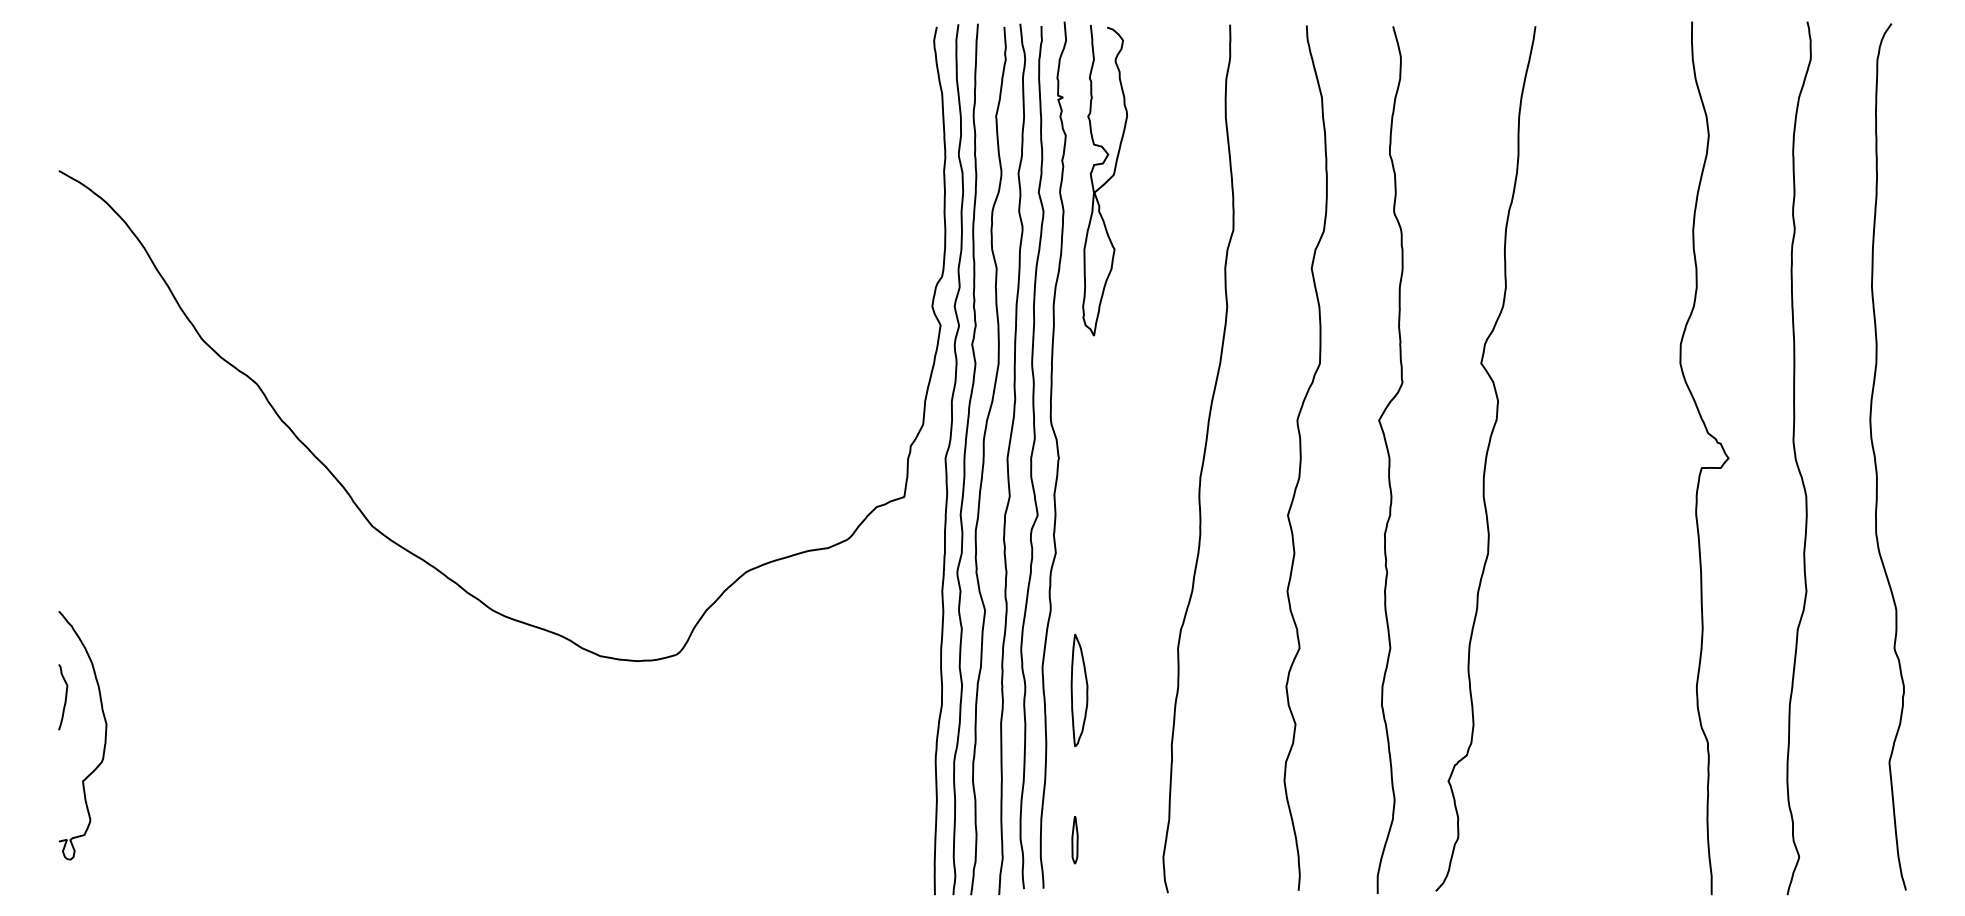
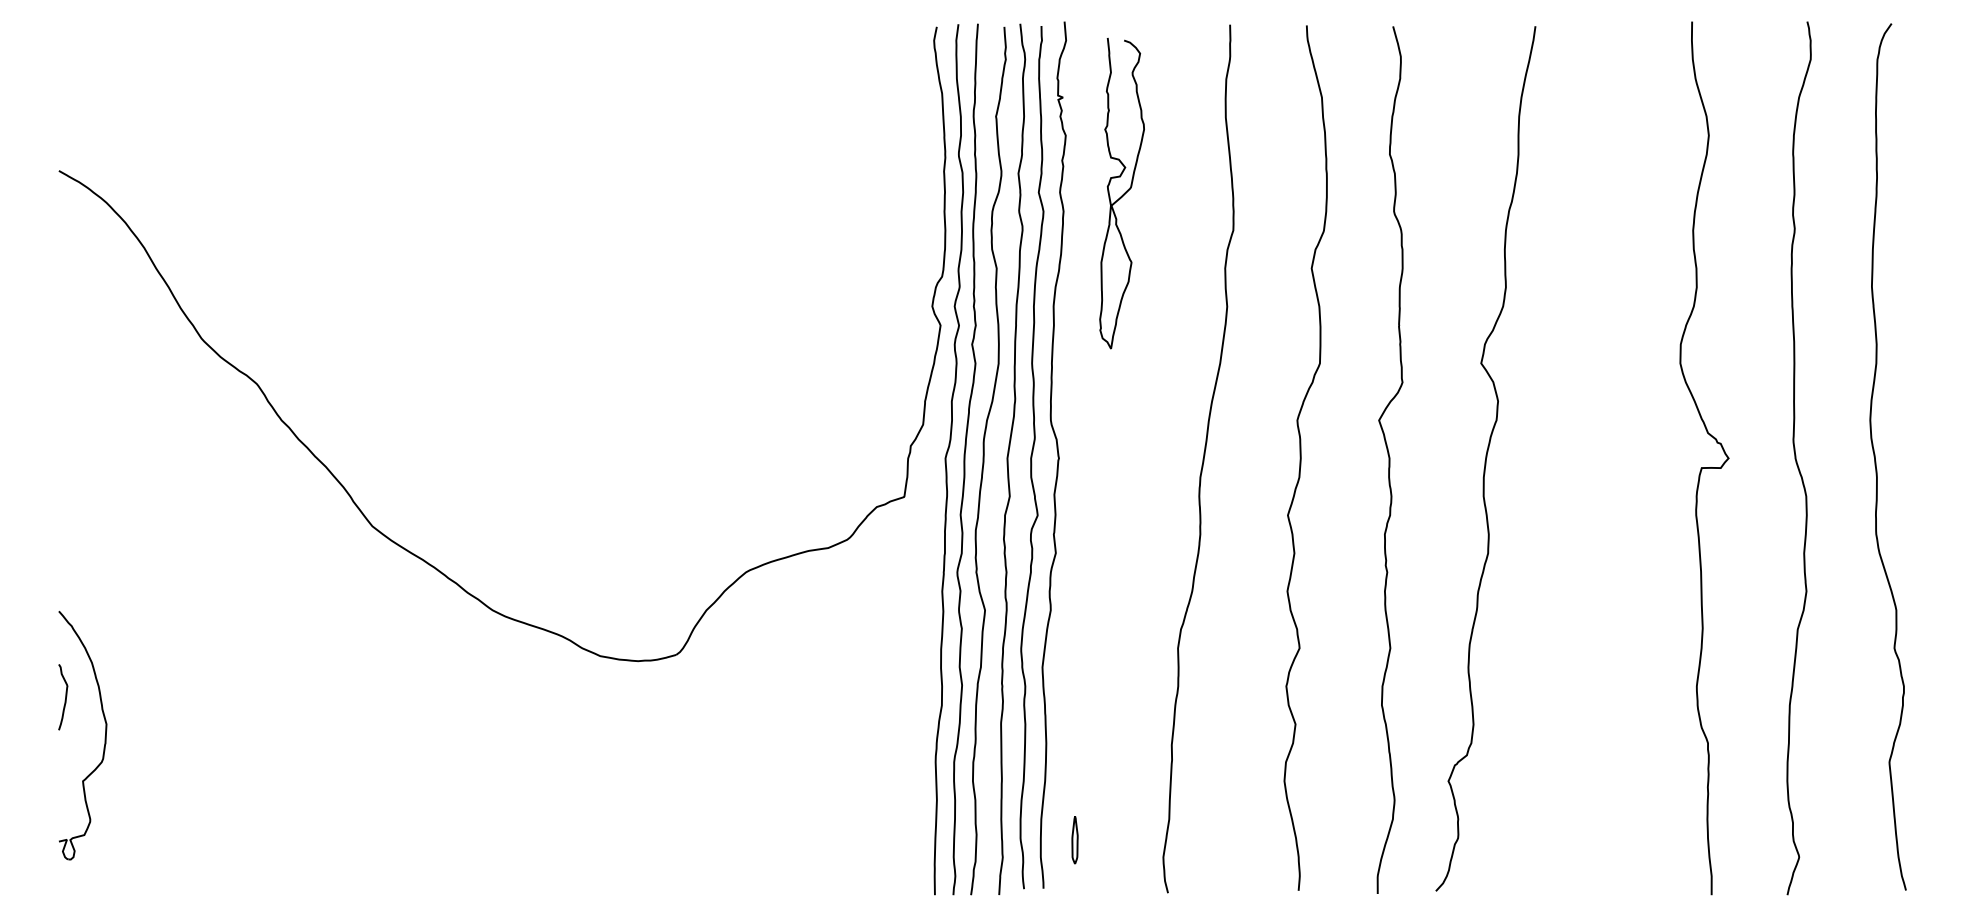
curve at (1105, 181) position: (1105, 181) -> (1122, 194)
part at (1079, 690): present -> none
